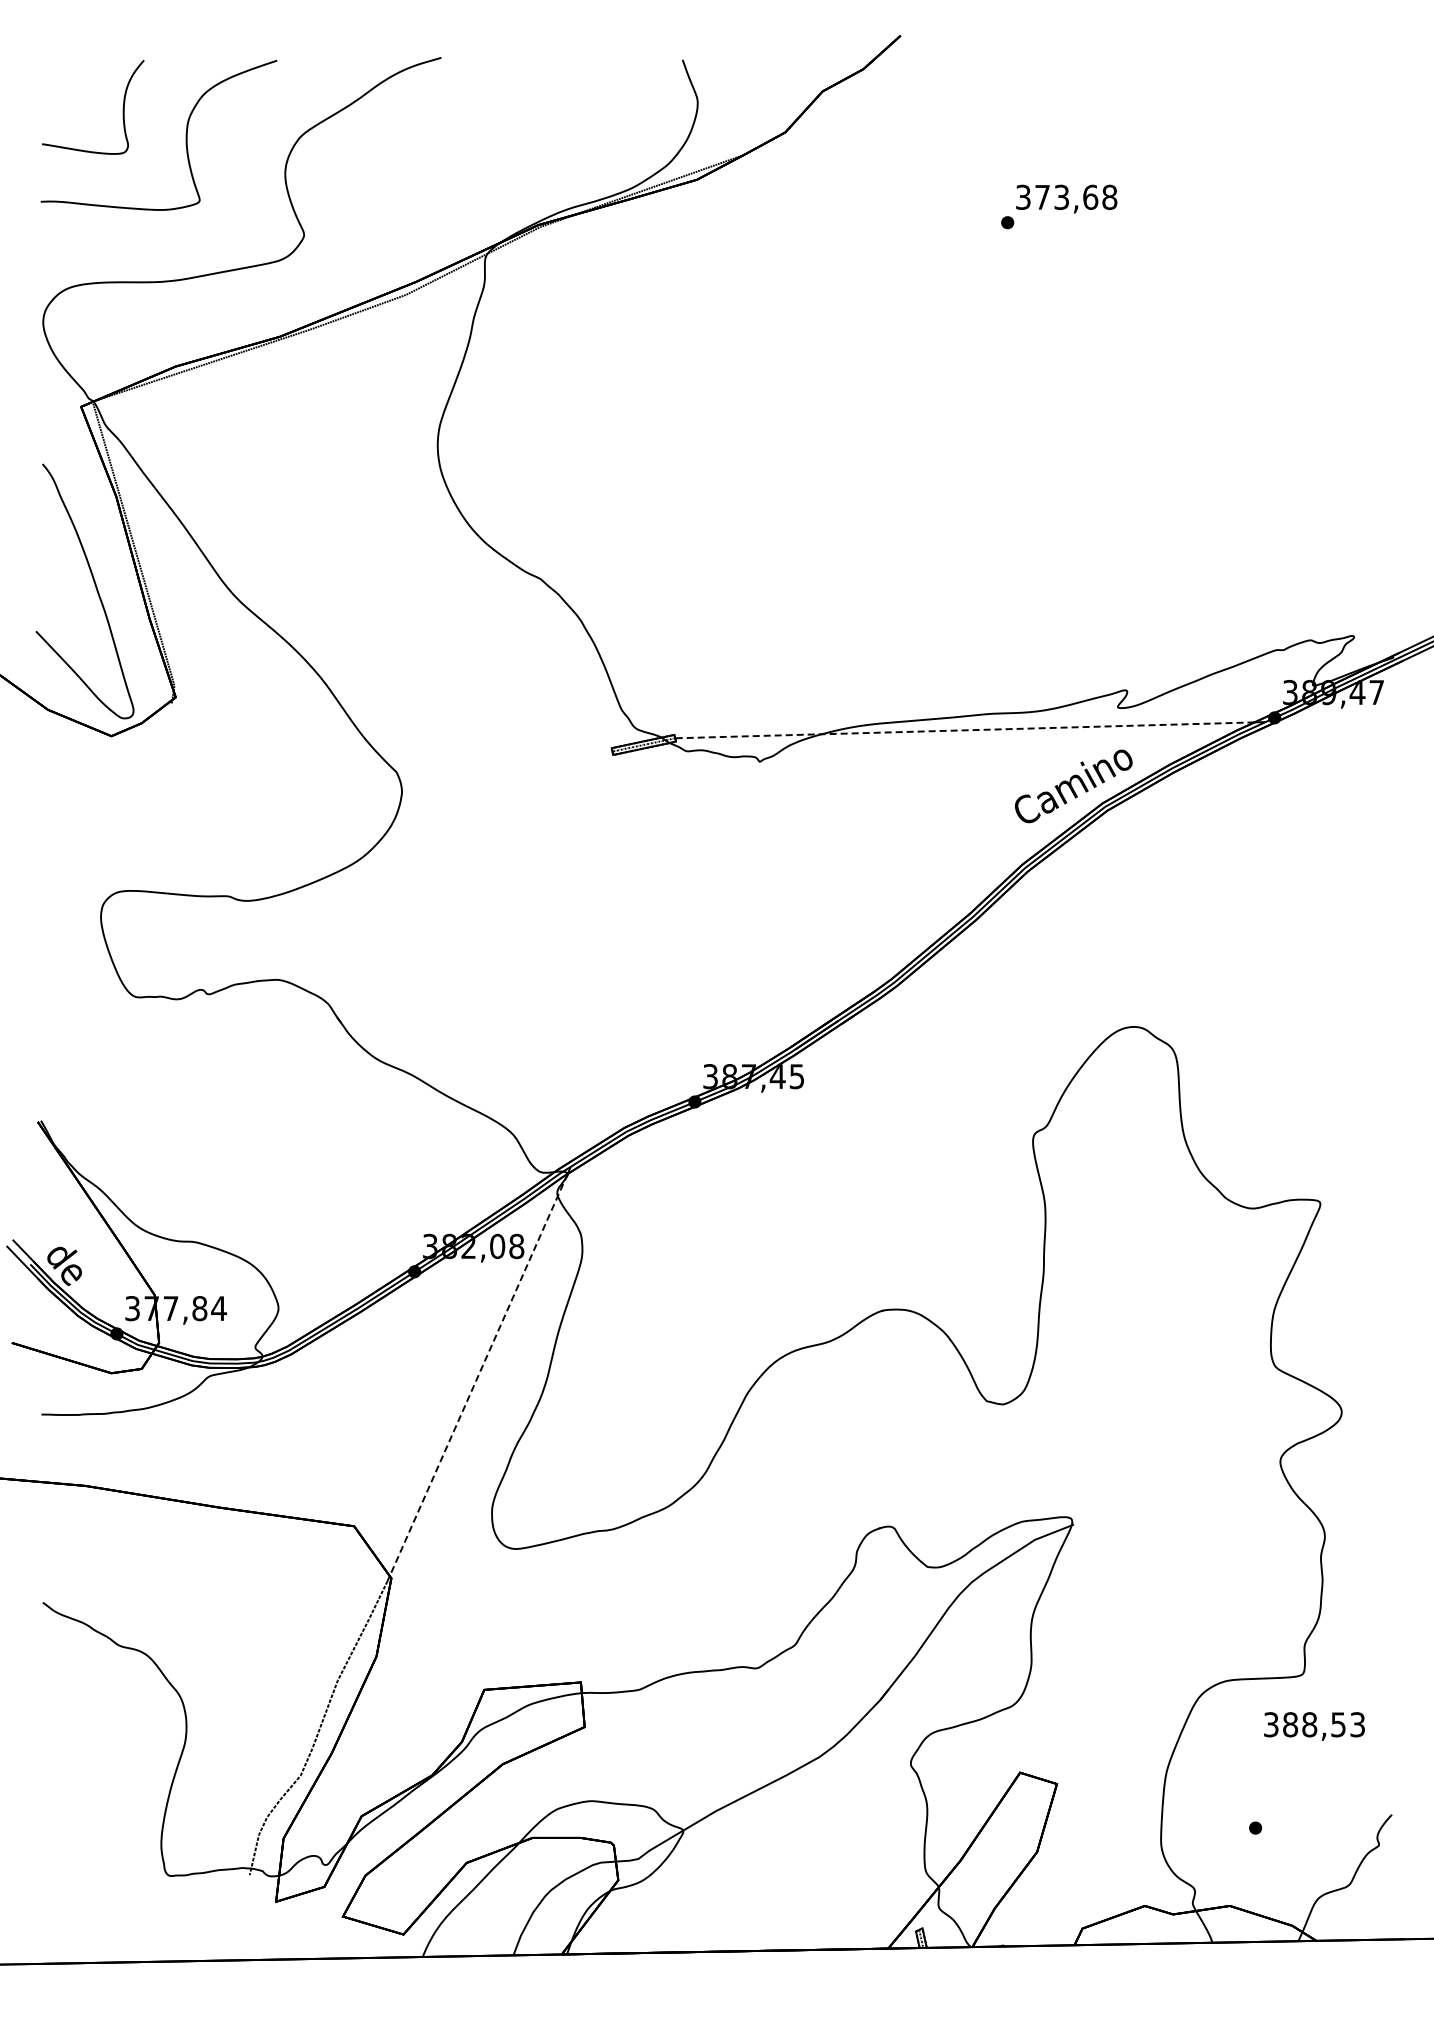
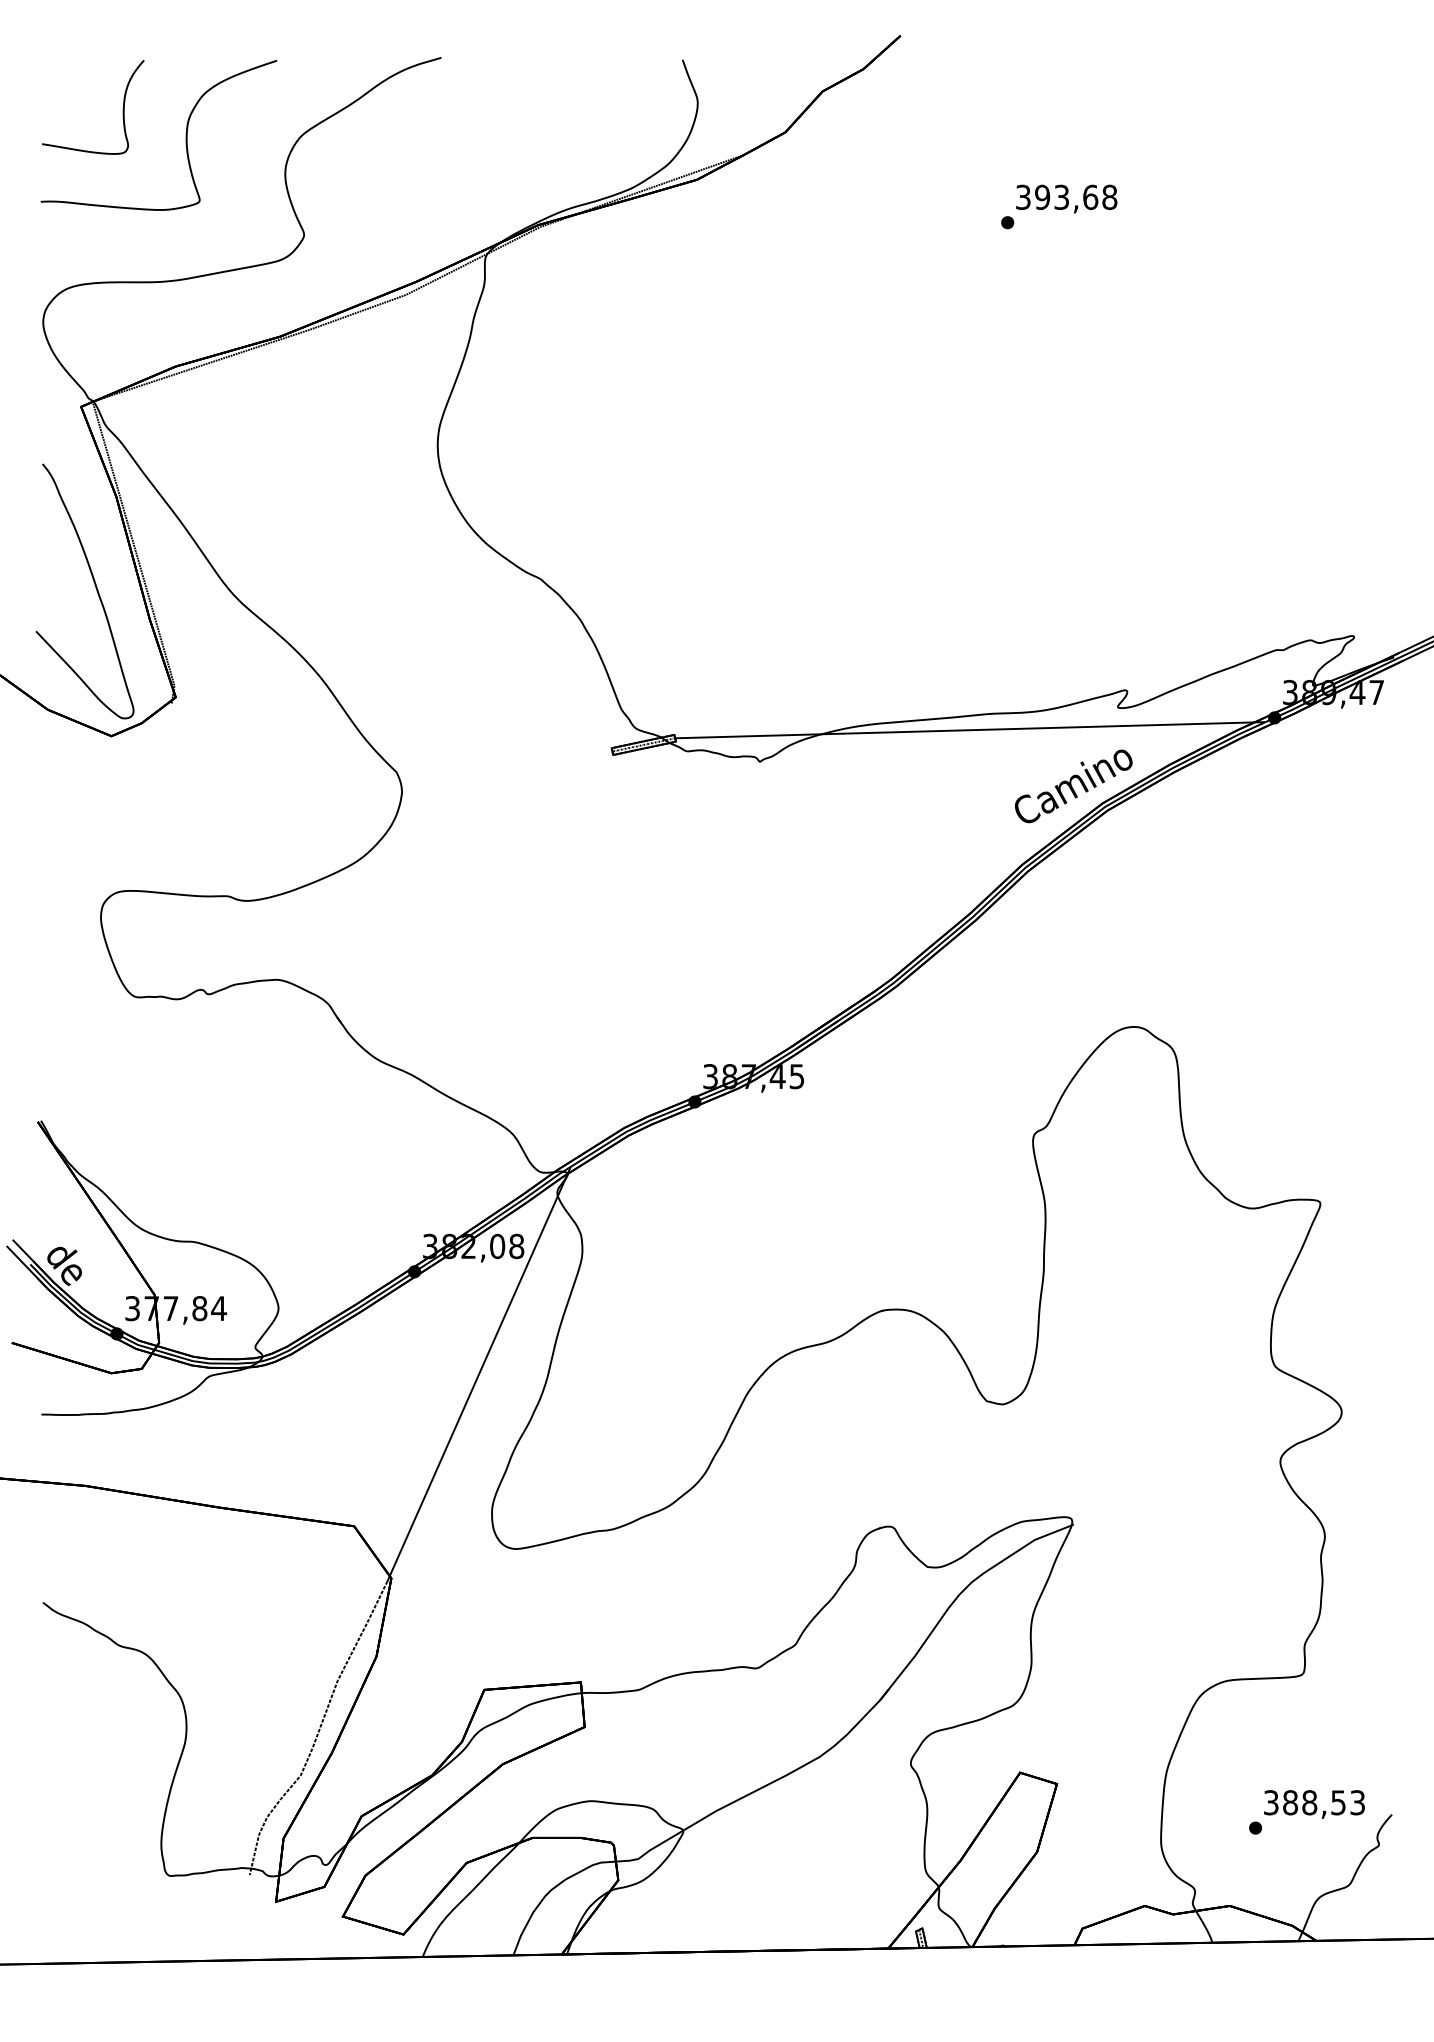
text at (1042, 196): 373,68 -> 393,68
line at (964, 730): dashed -> solid
line at (477, 1377): dashed -> solid
text at (1314, 1726) position: (1314, 1726) -> (1314, 1804)
